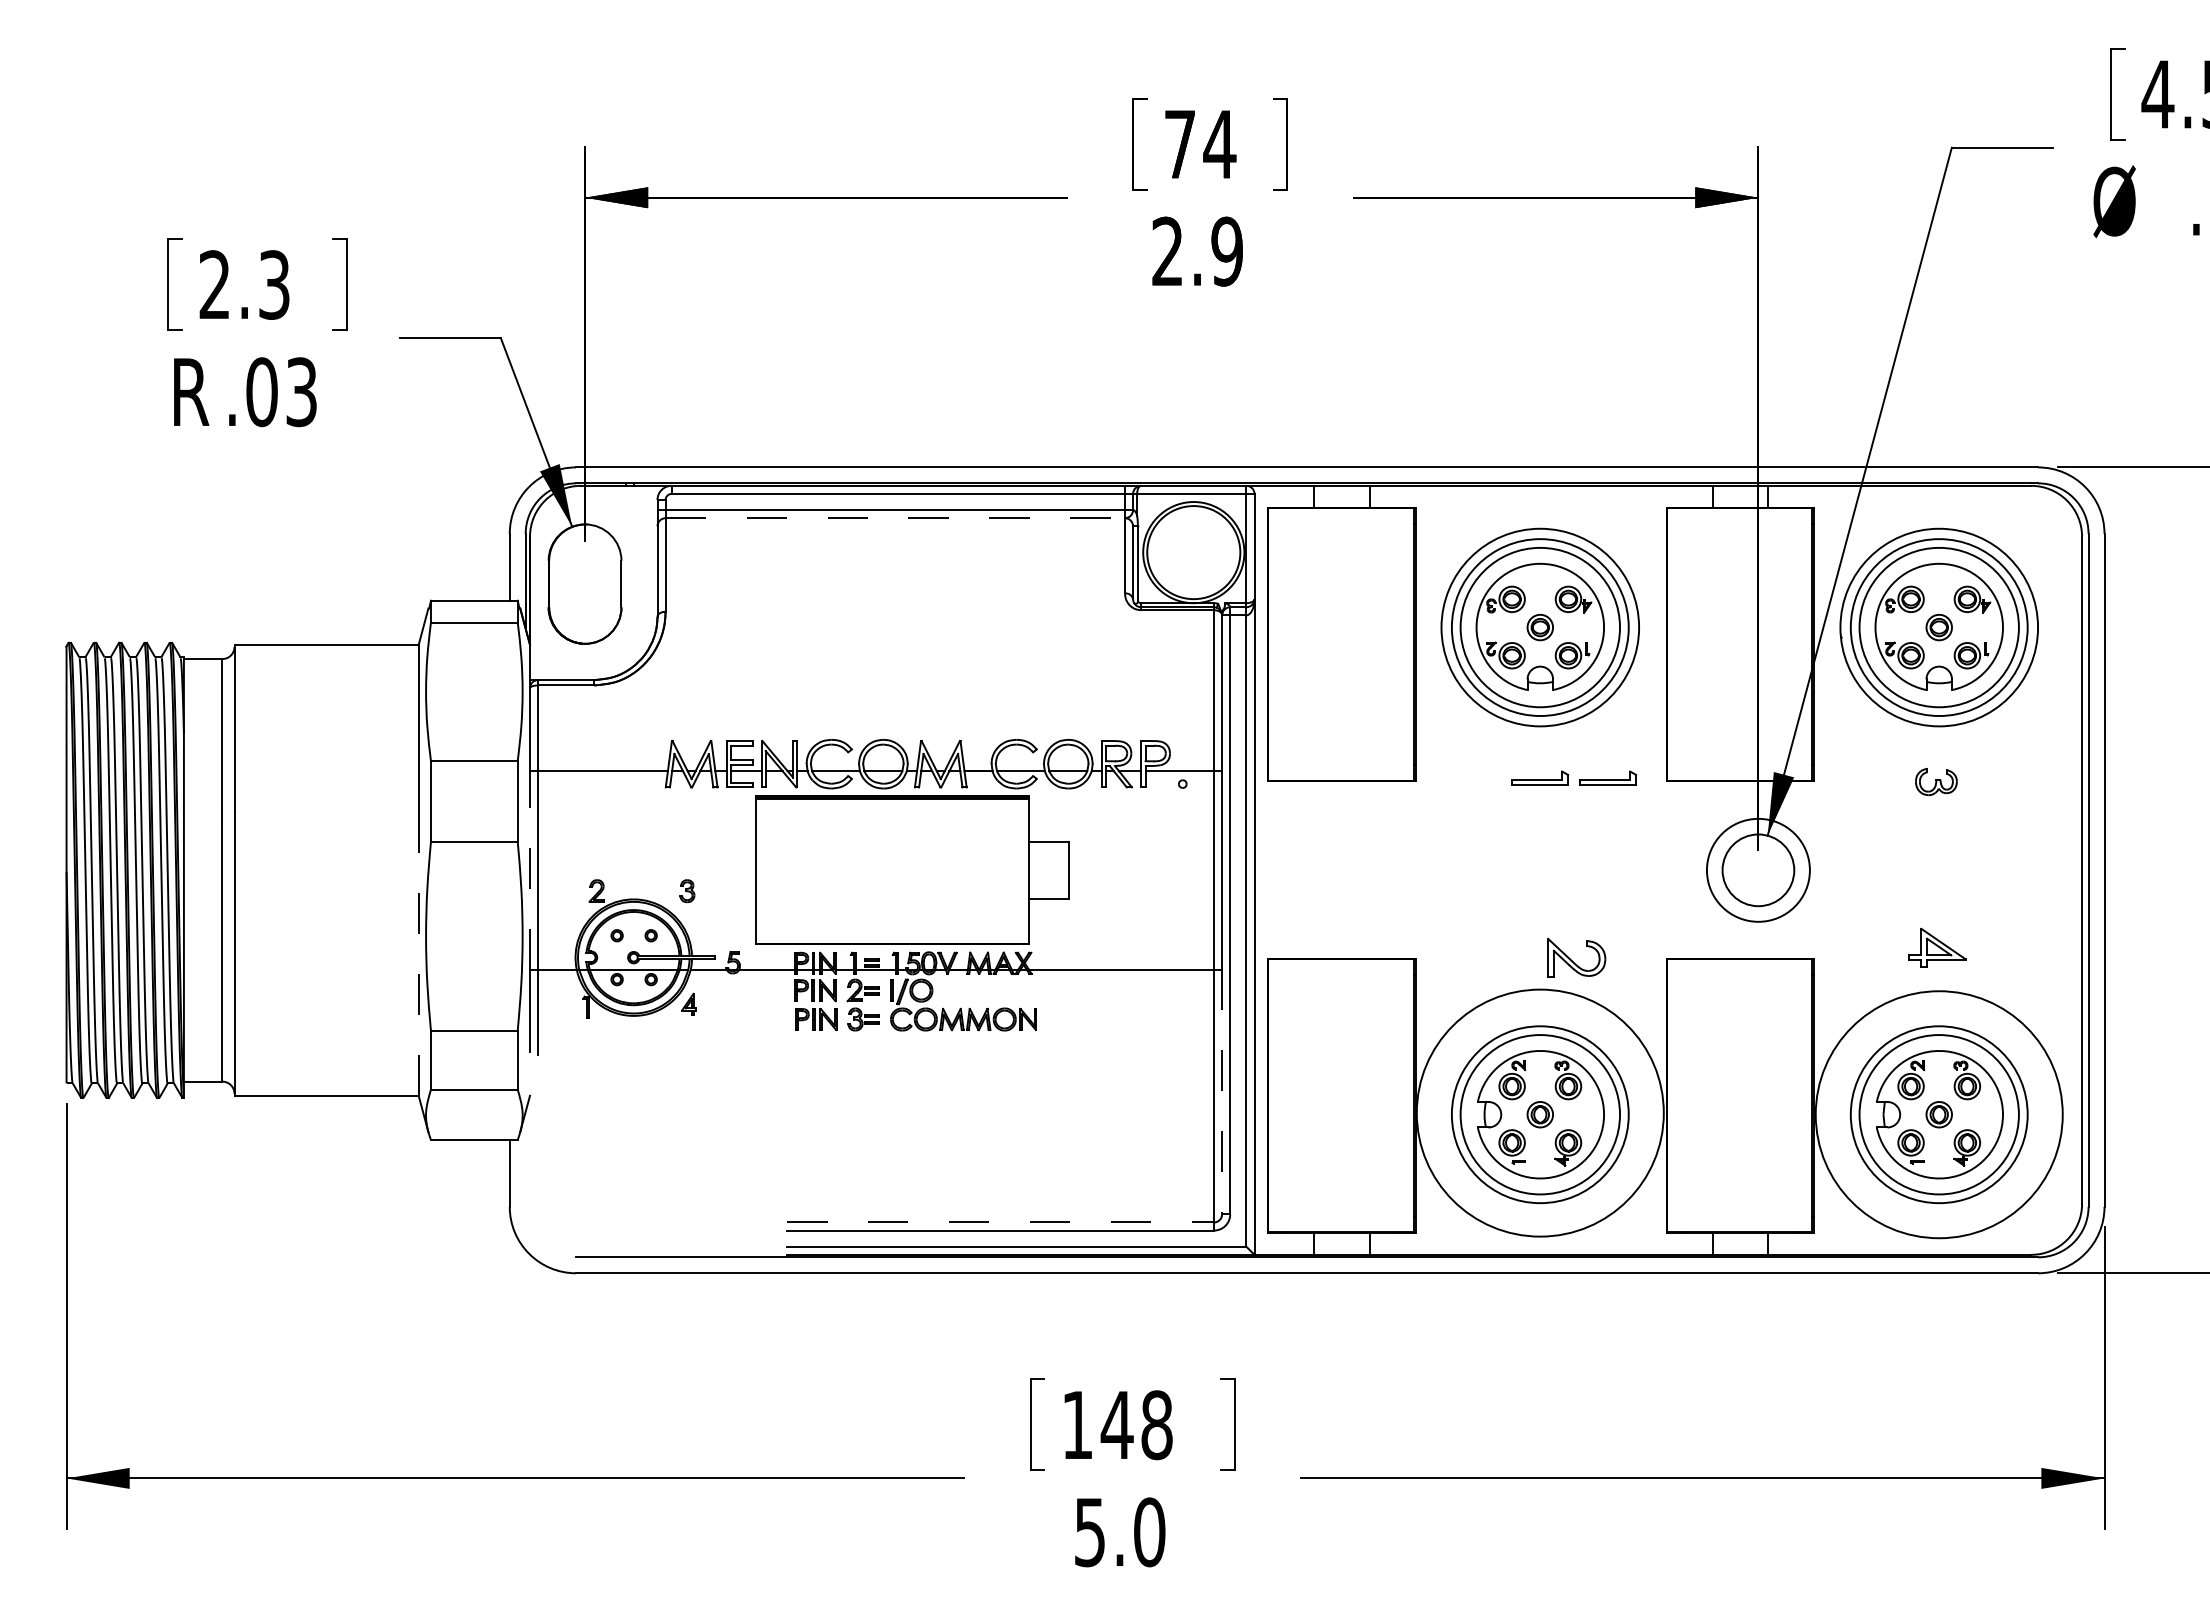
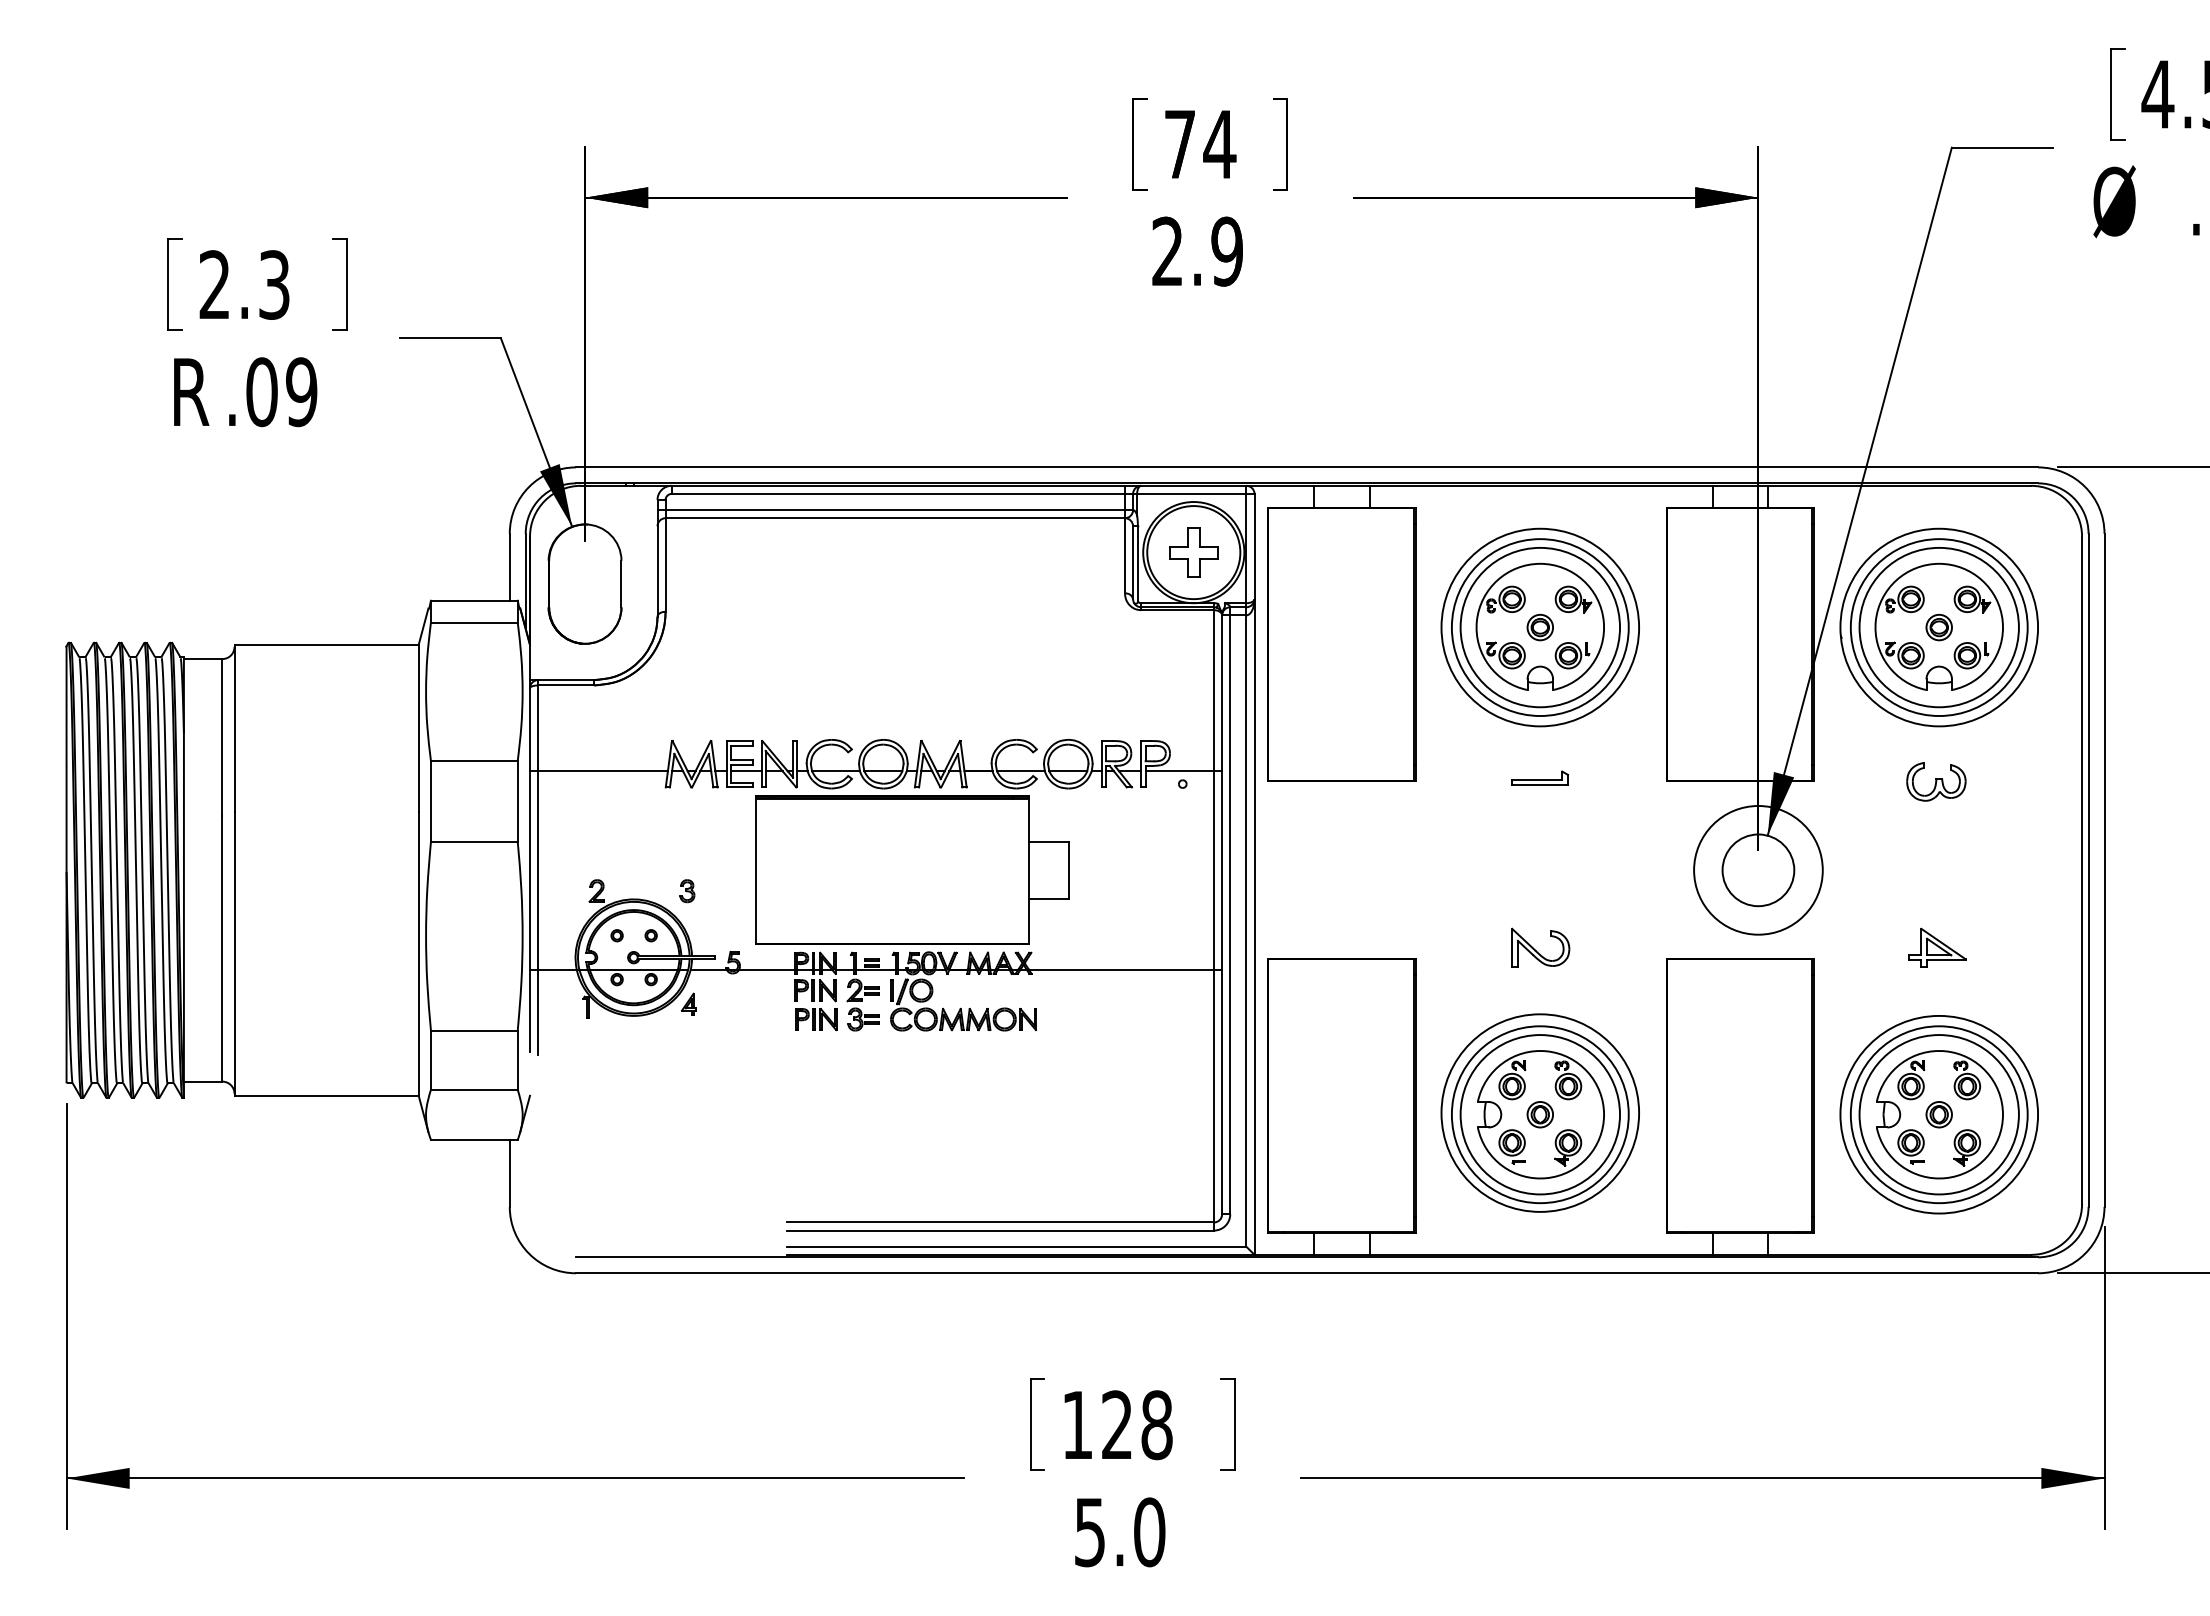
text at (301, 391): .03 -> .09
line at (895, 518): dashed -> solid
part at (1193, 552): none -> present
part at (1607, 777): present -> none
part at (1936, 782) size: 43x29 px -> 61x40 px
line at (530, 869): dashed -> solid
circle at (1757, 869) diameter: 103 px -> 129 px
line at (418, 954): dashed -> solid
part at (1576, 957) position: (1576, 957) -> (1540, 947)
line at (1222, 1092): dashed -> solid
circle at (1539, 1112) diameter: 247 px -> 198 px
circle at (1938, 1114) diameter: 247 px -> 198 px
line at (1000, 1222): dashed -> solid
text at (1116, 1424): 148 -> 128
